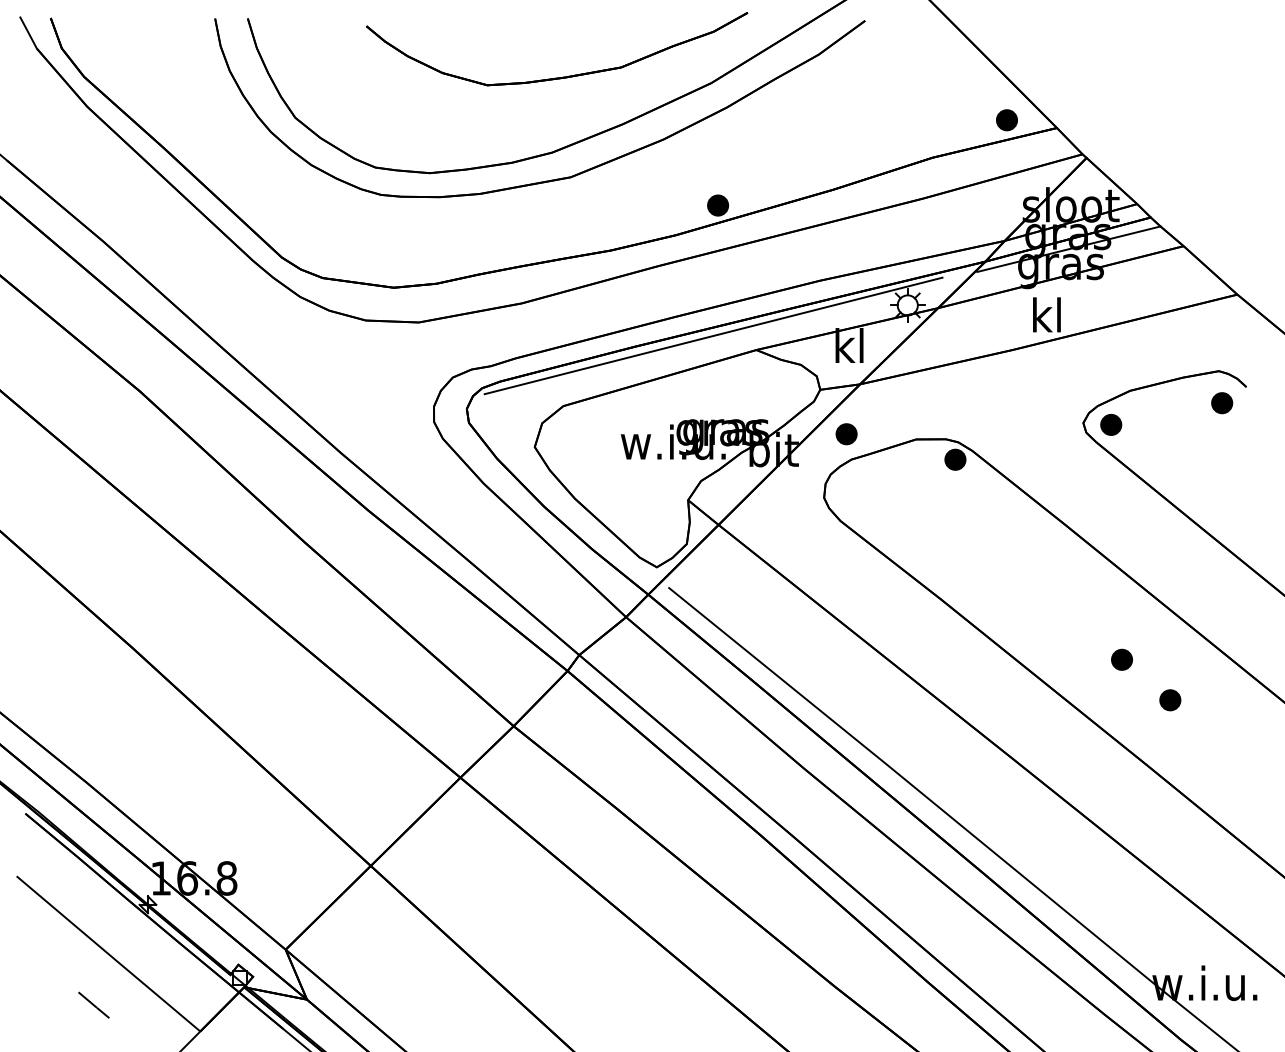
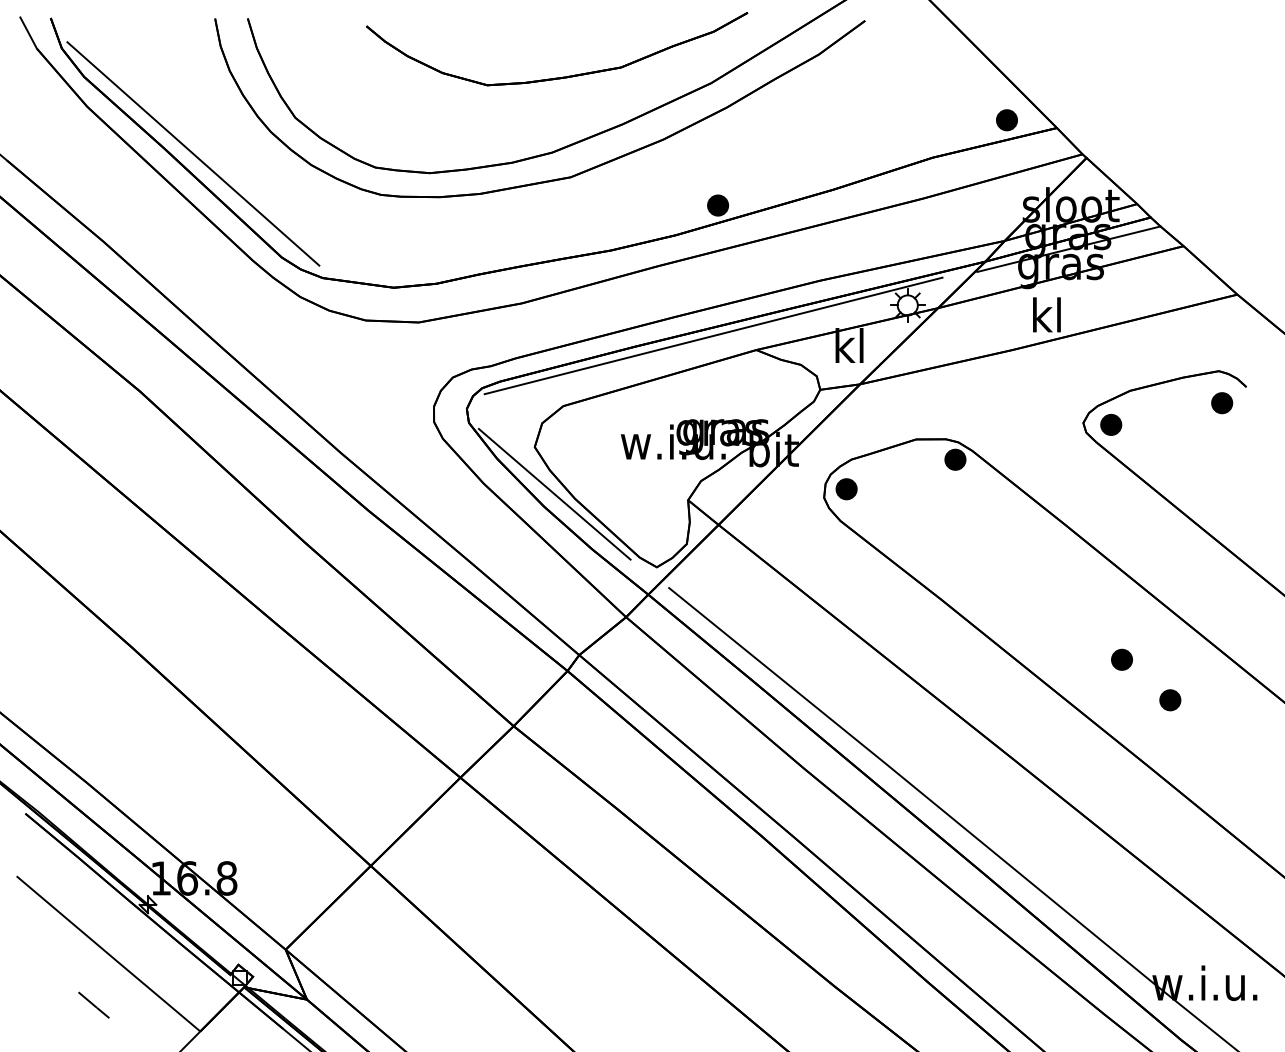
line at (193, 153): none -> present
part at (846, 434) position: (846, 434) -> (846, 489)
line at (554, 493): none -> present
